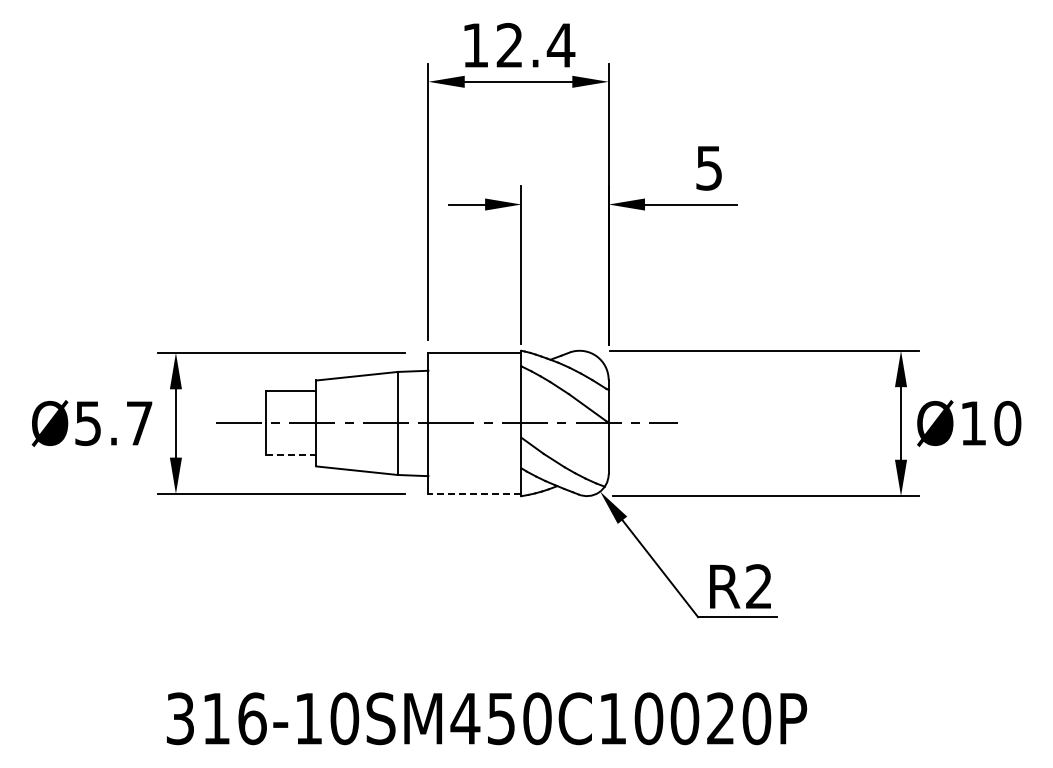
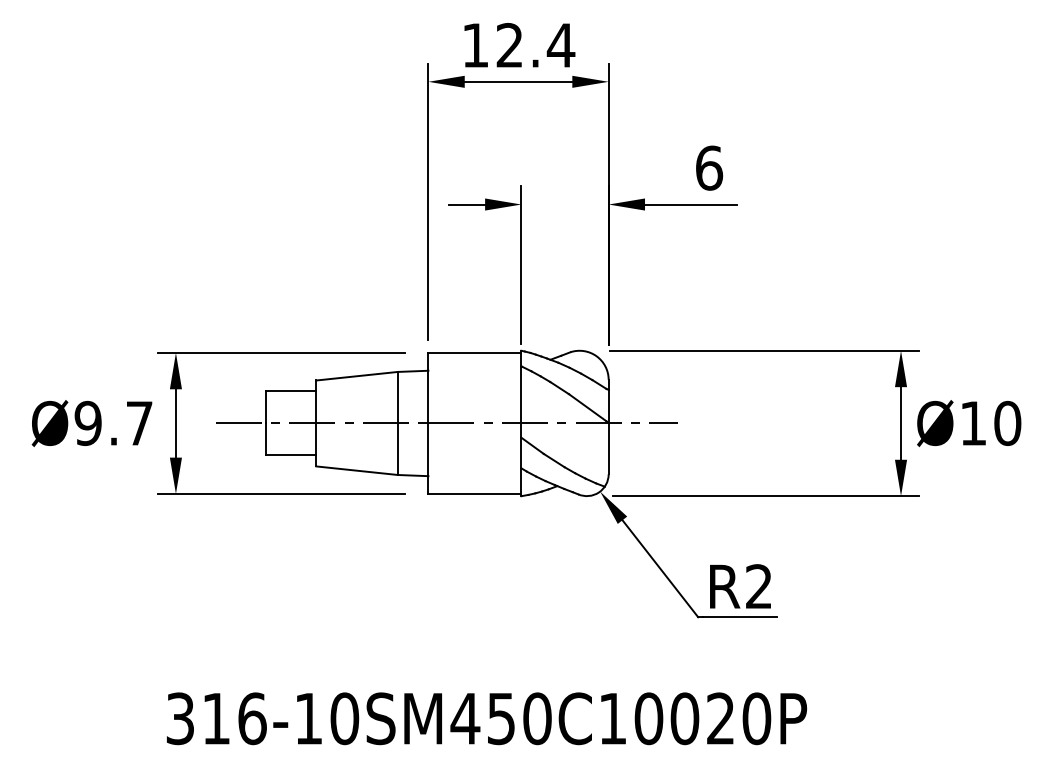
text at (709, 167): 5 -> 6
text at (87, 422): Ø5.7 -> Ø9.7
line at (291, 455): dashed -> solid
line at (474, 493): dashed -> solid
